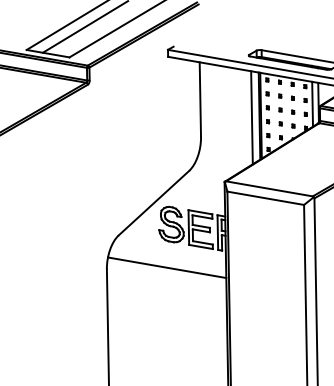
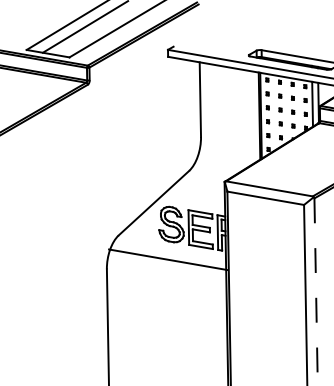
line at (251, 117): present -> none
line at (167, 267) position: (167, 267) -> (168, 259)
line at (316, 292): solid -> dashed
